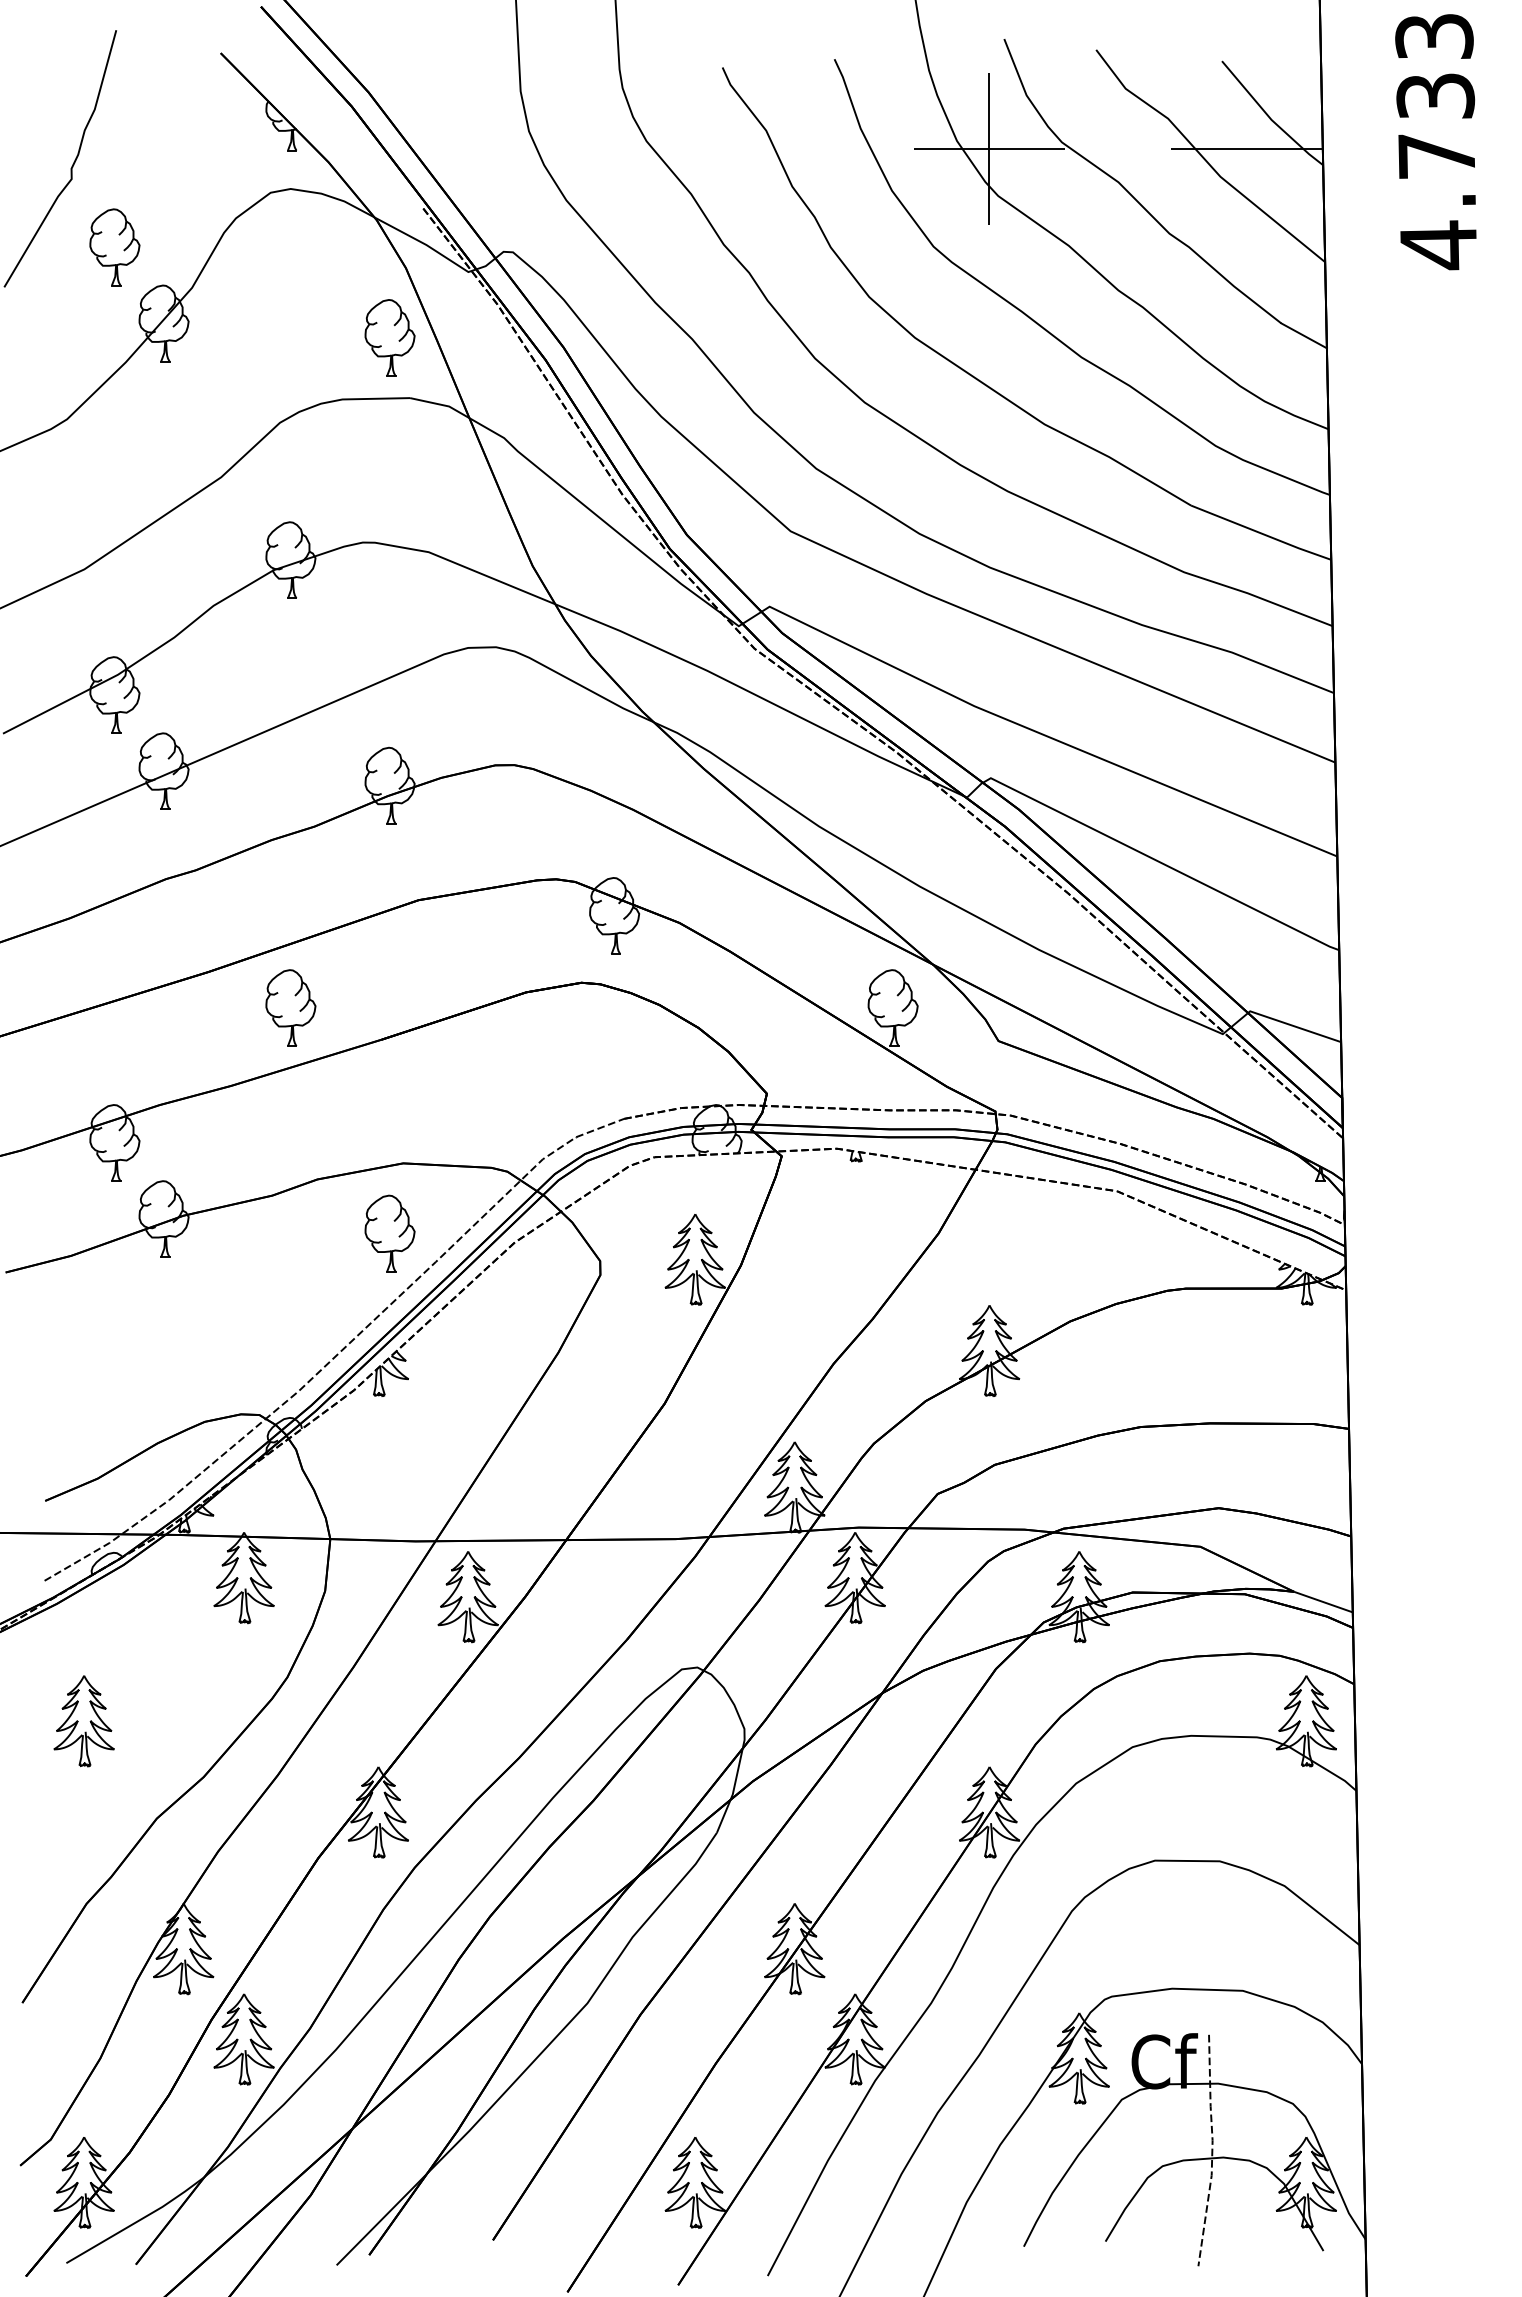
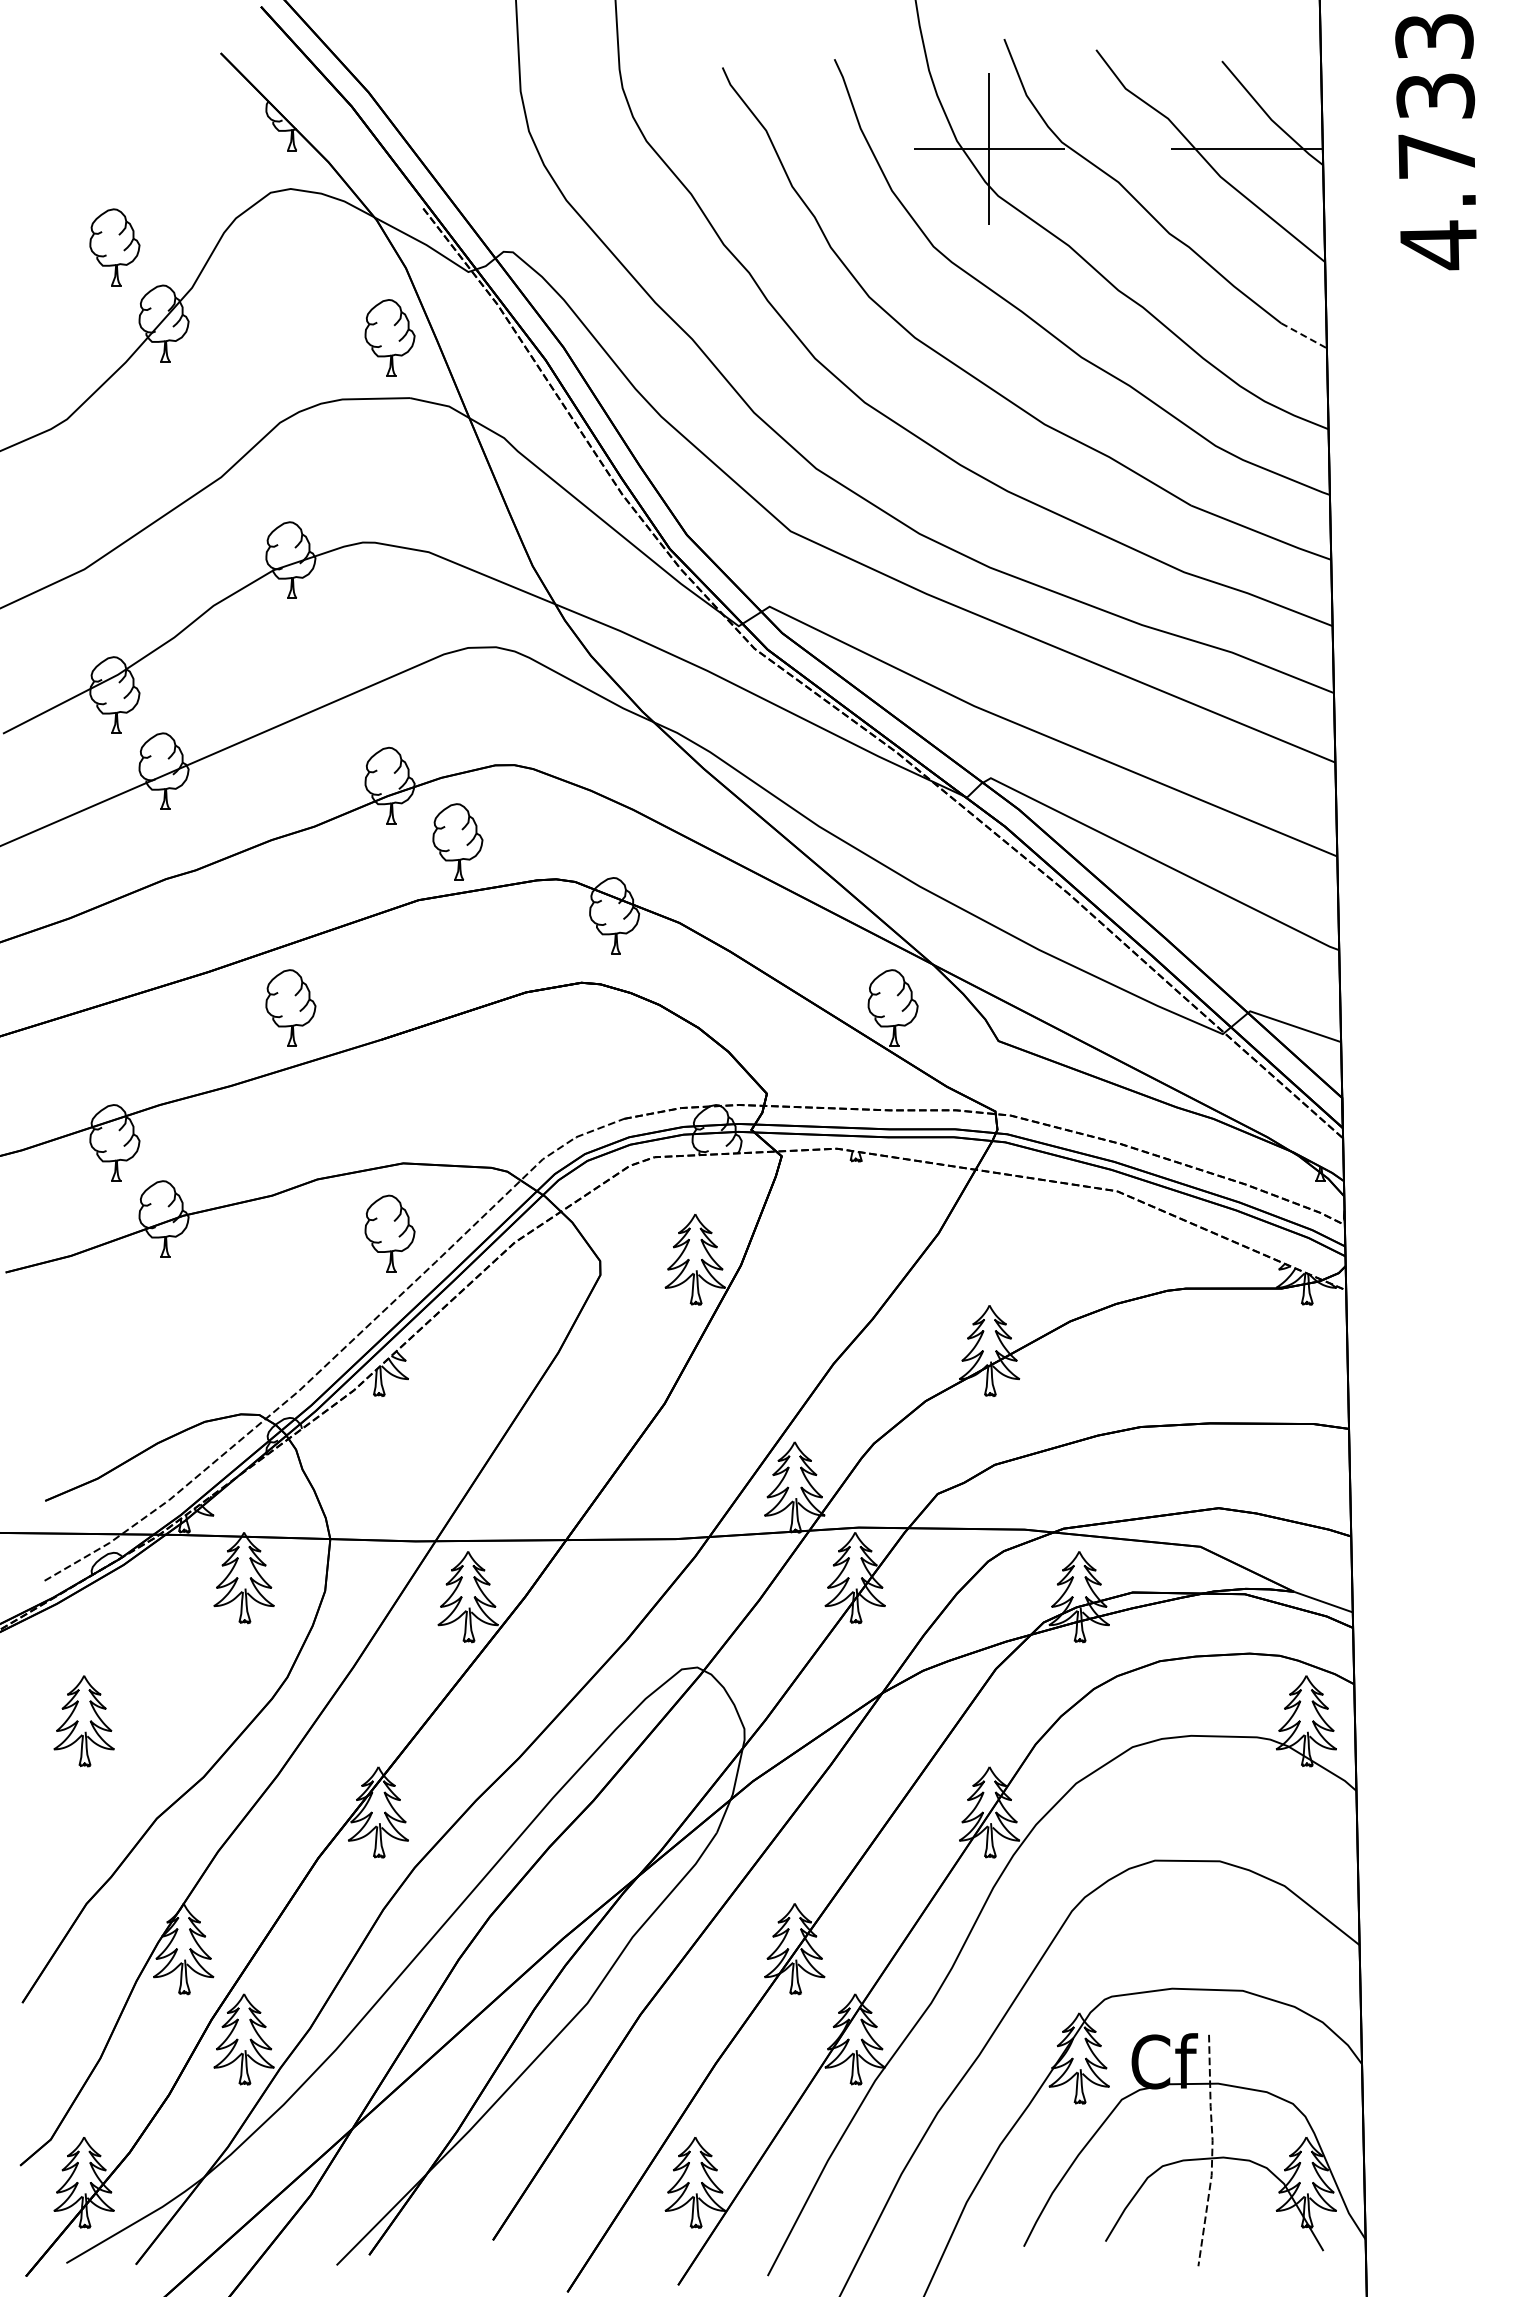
curve at (72, 164): present -> none
line at (1304, 336): solid -> dashed
part at (457, 841): none -> present
